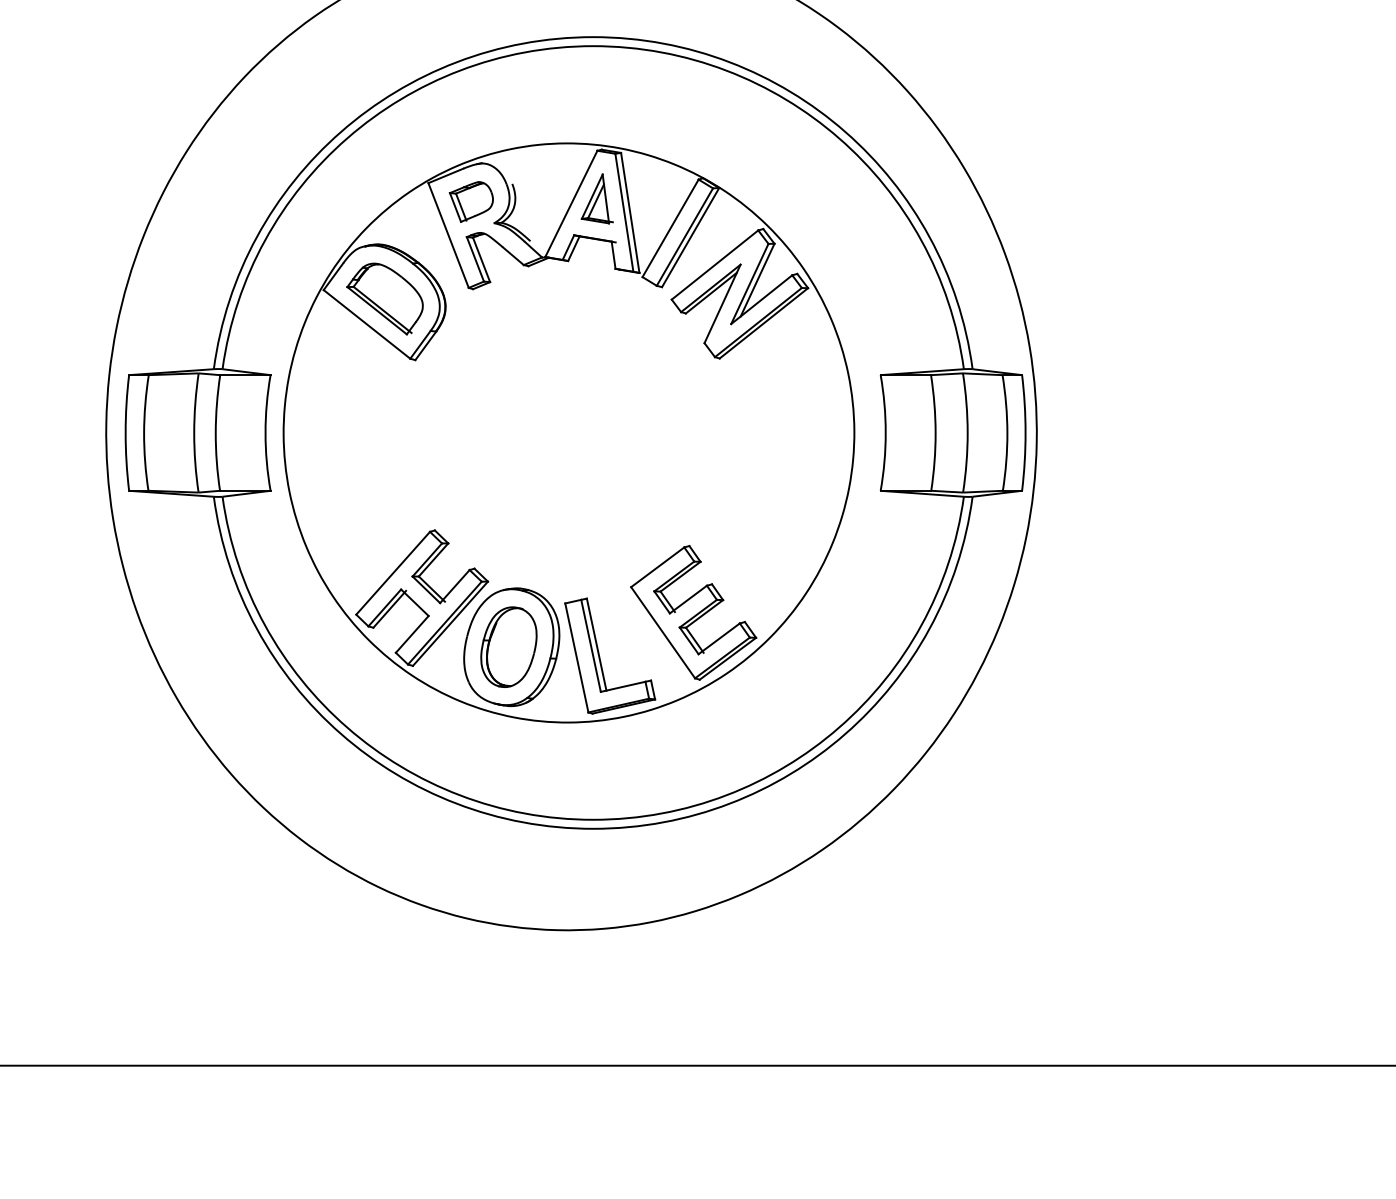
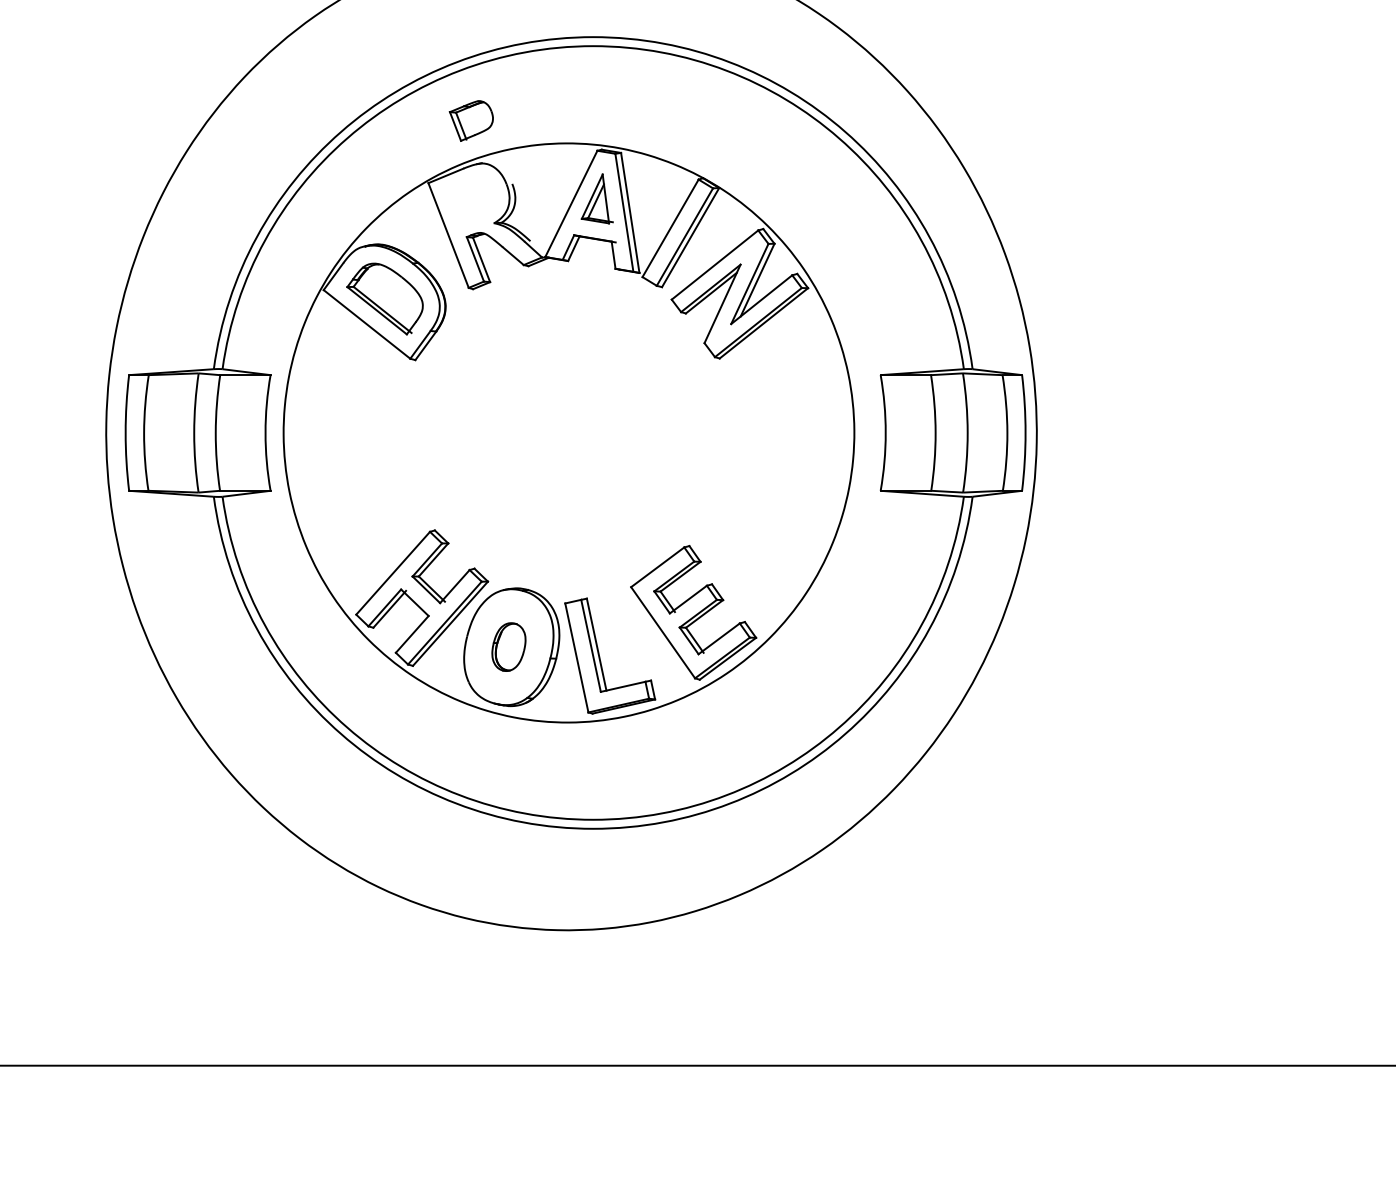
part at (470, 201) position: (470, 201) -> (470, 120)
part at (508, 646) size: 58x82 px -> 36x50 px
